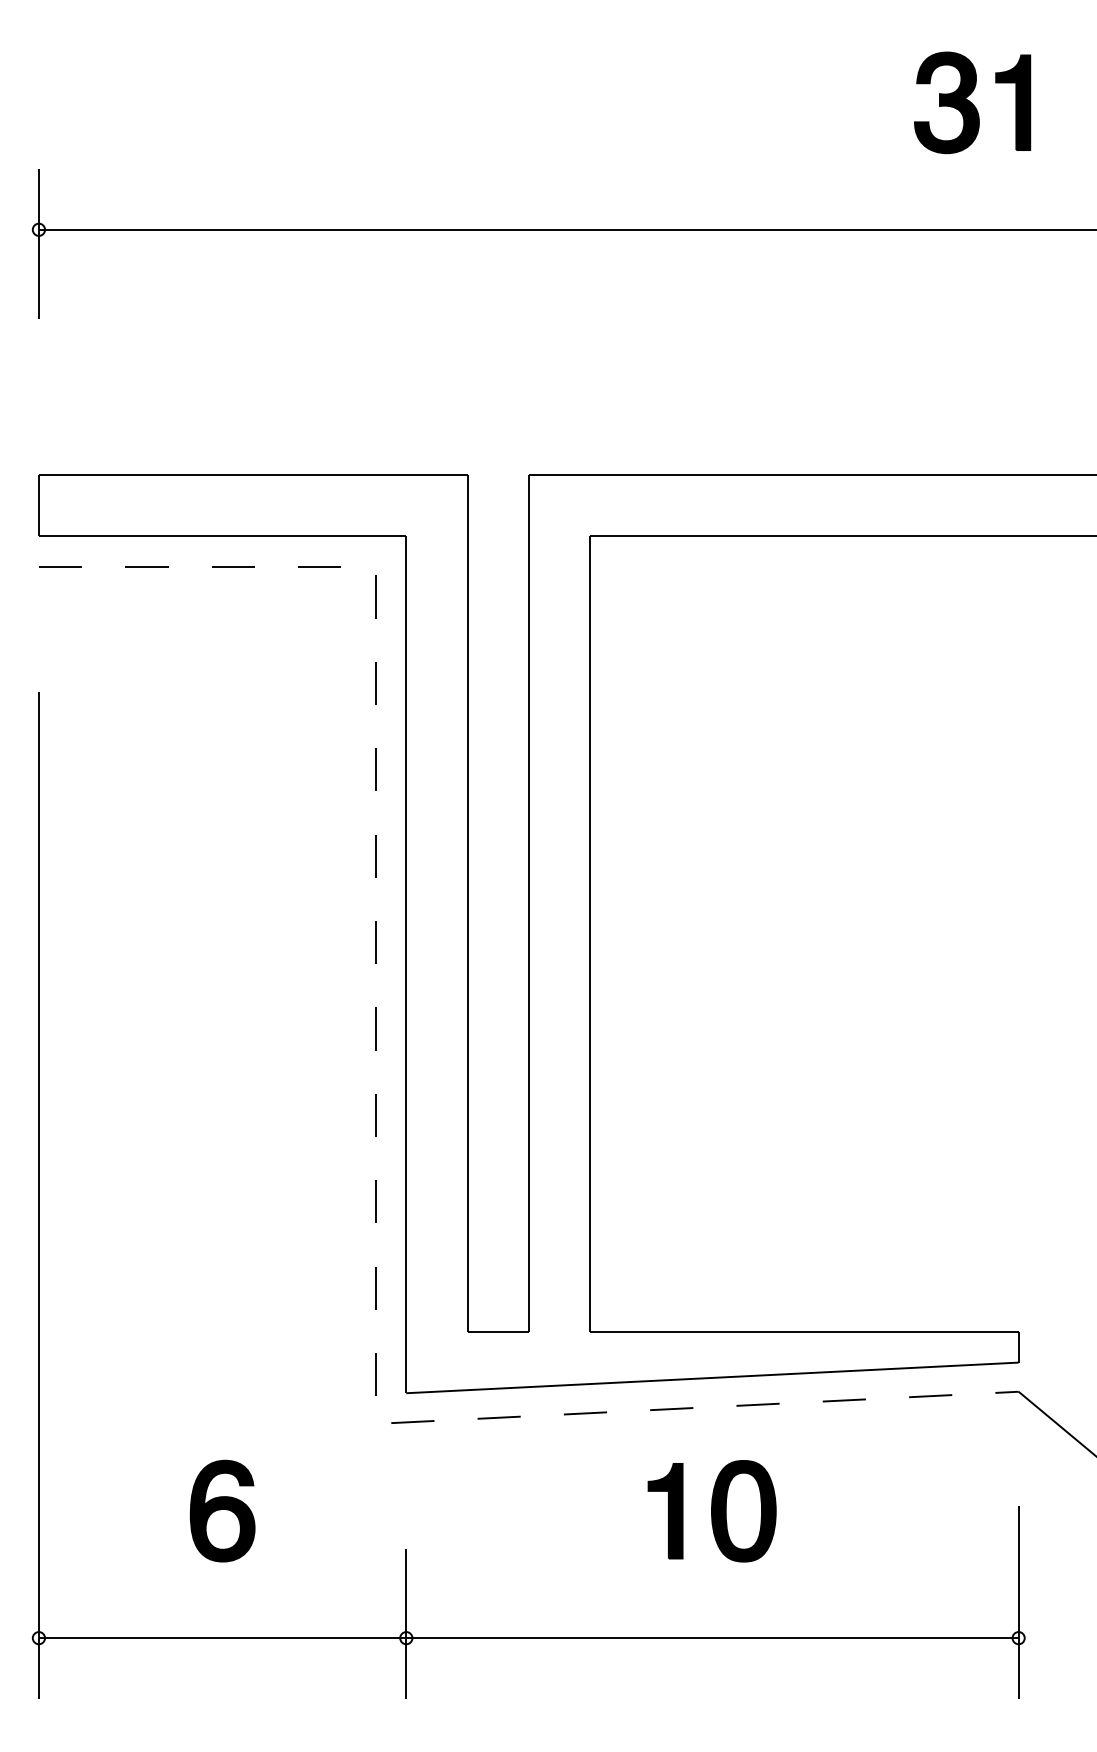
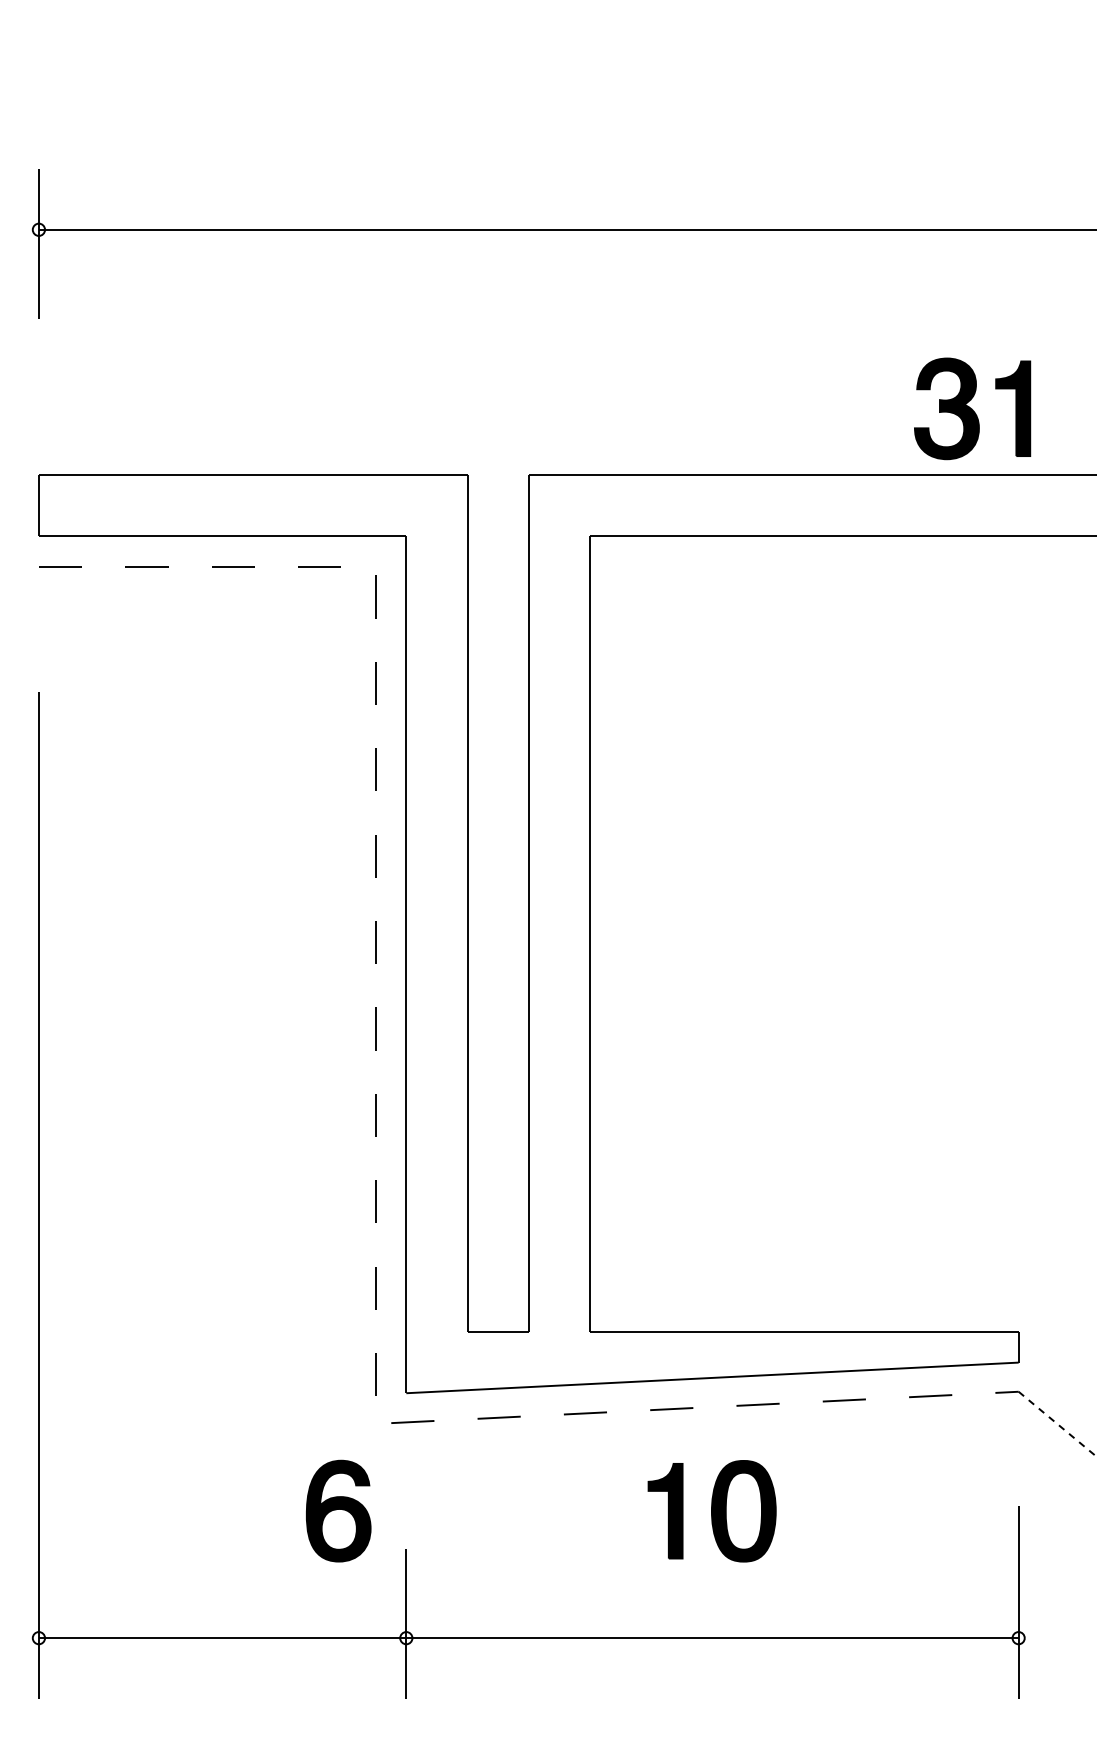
part at (972, 102) position: (972, 102) -> (972, 408)
line at (1057, 1424): solid -> dashed
part at (222, 1510) position: (222, 1510) -> (338, 1510)
